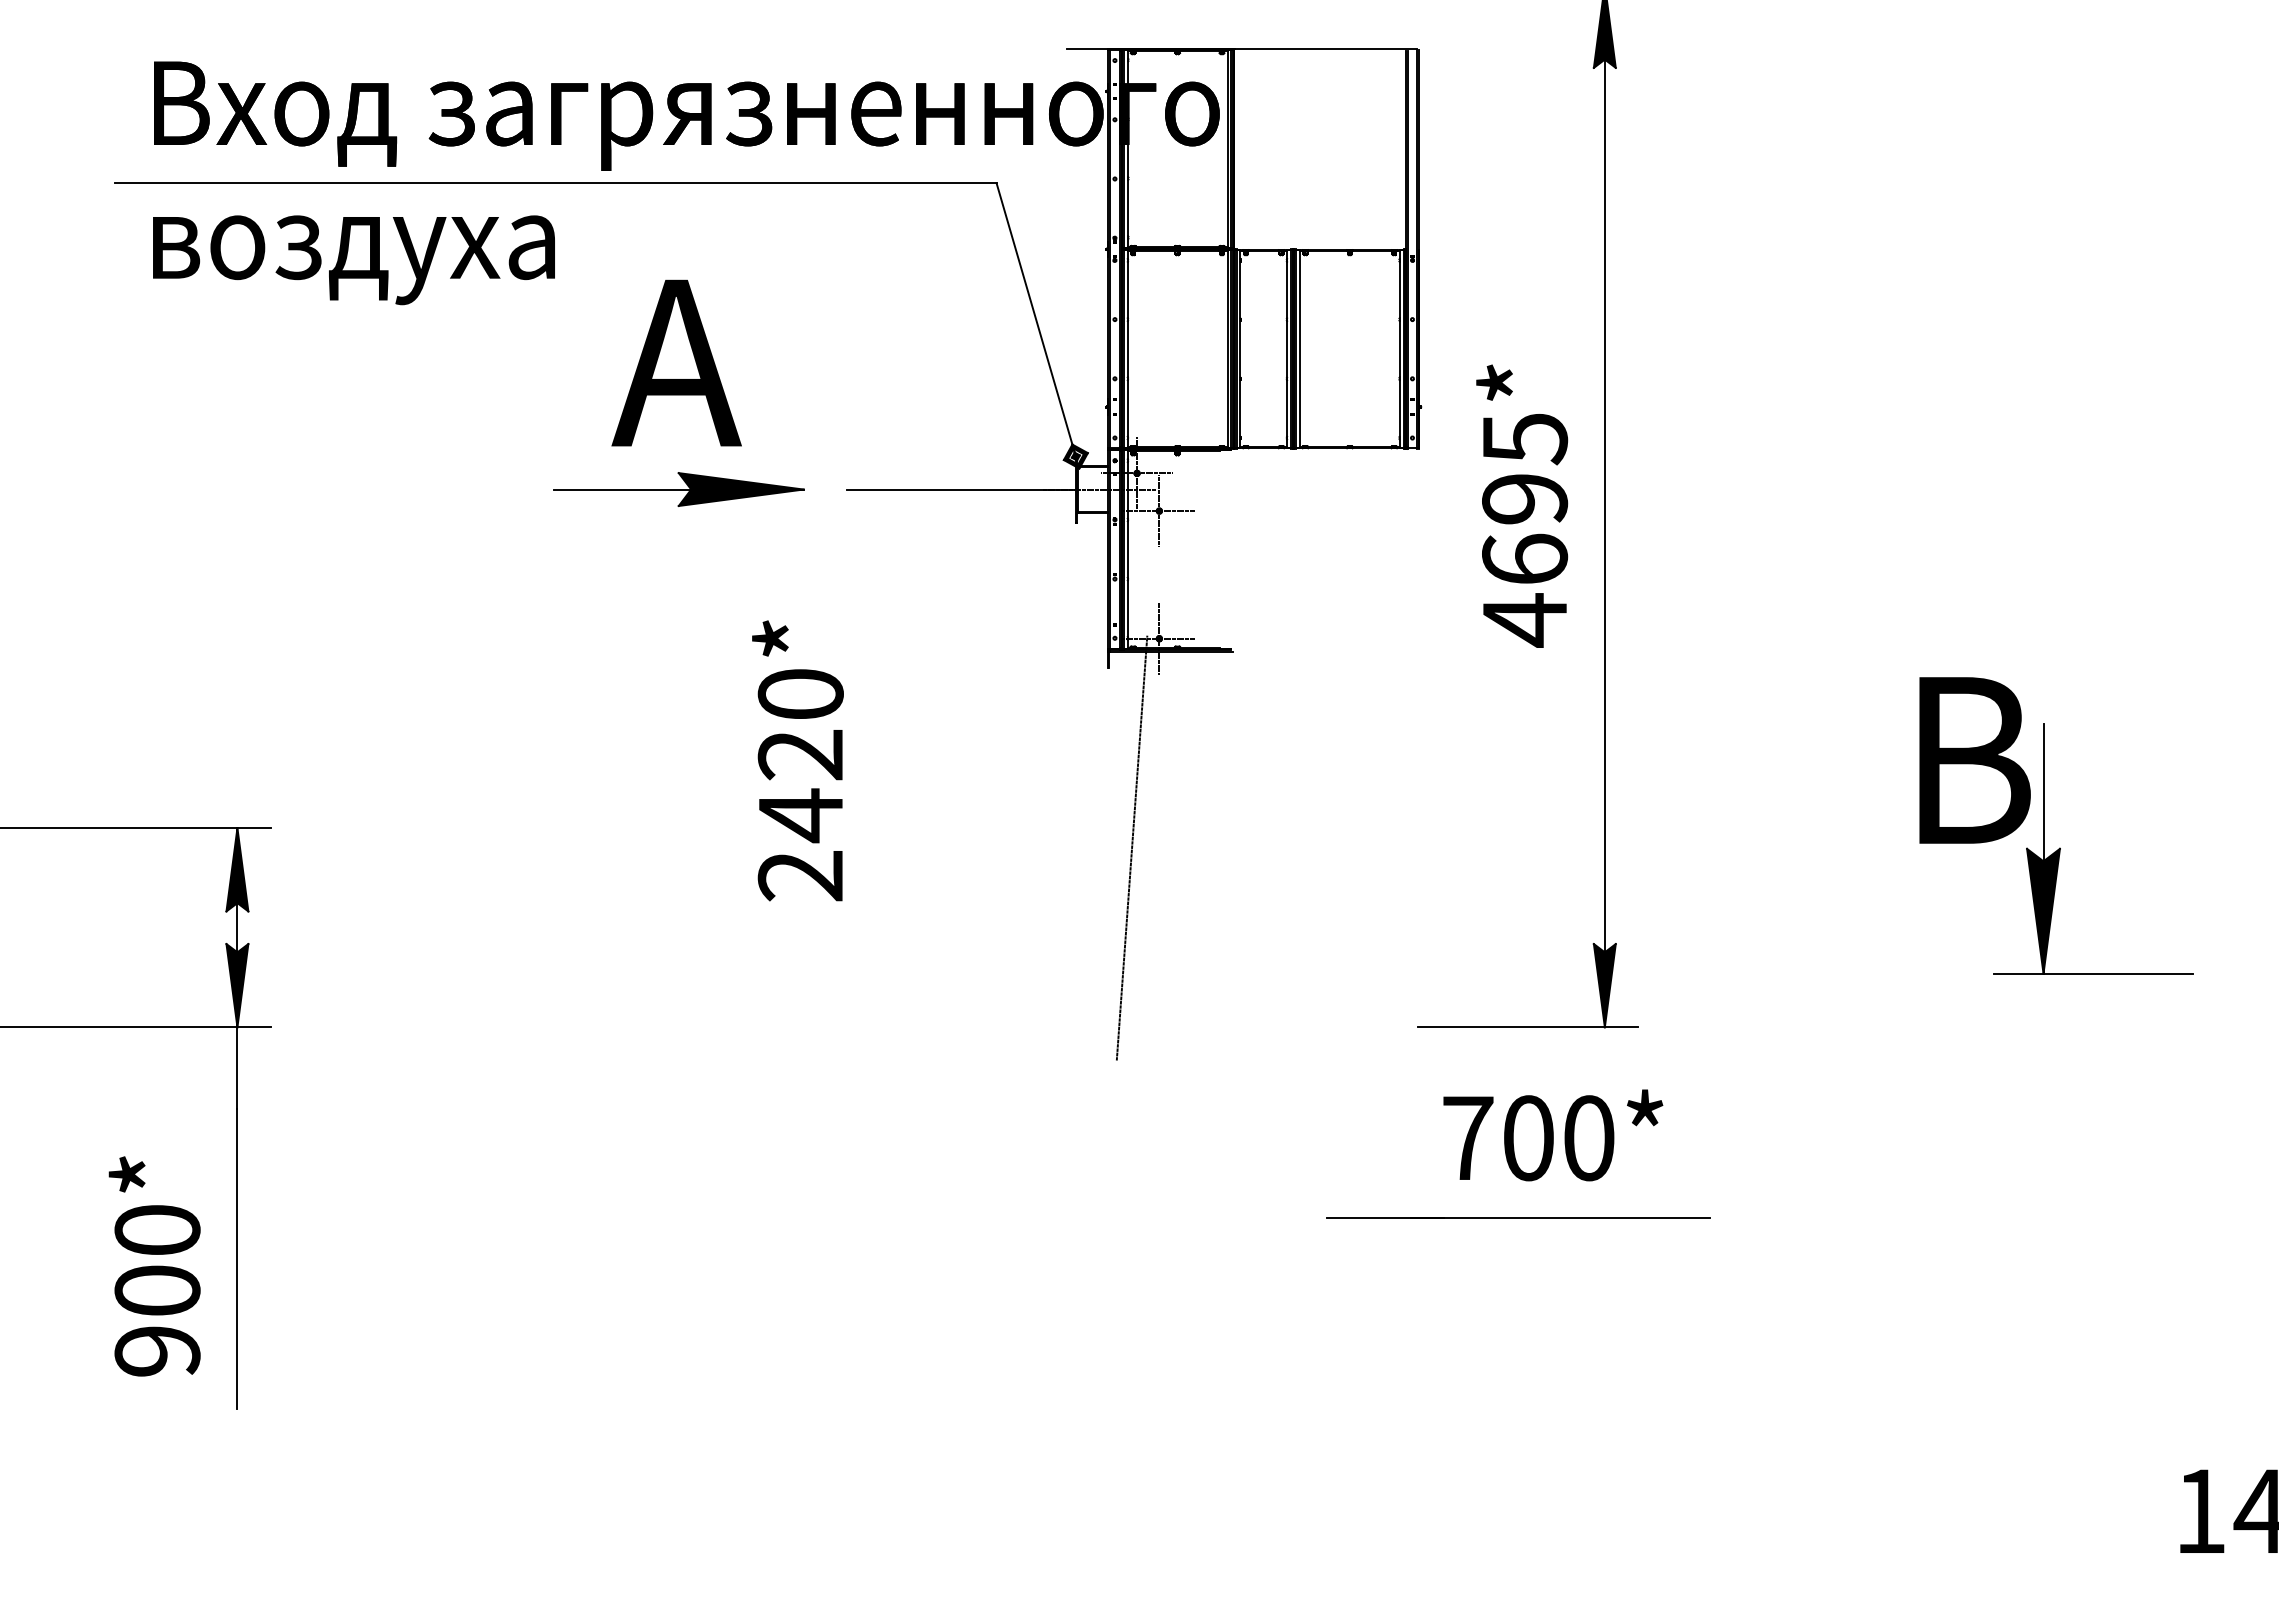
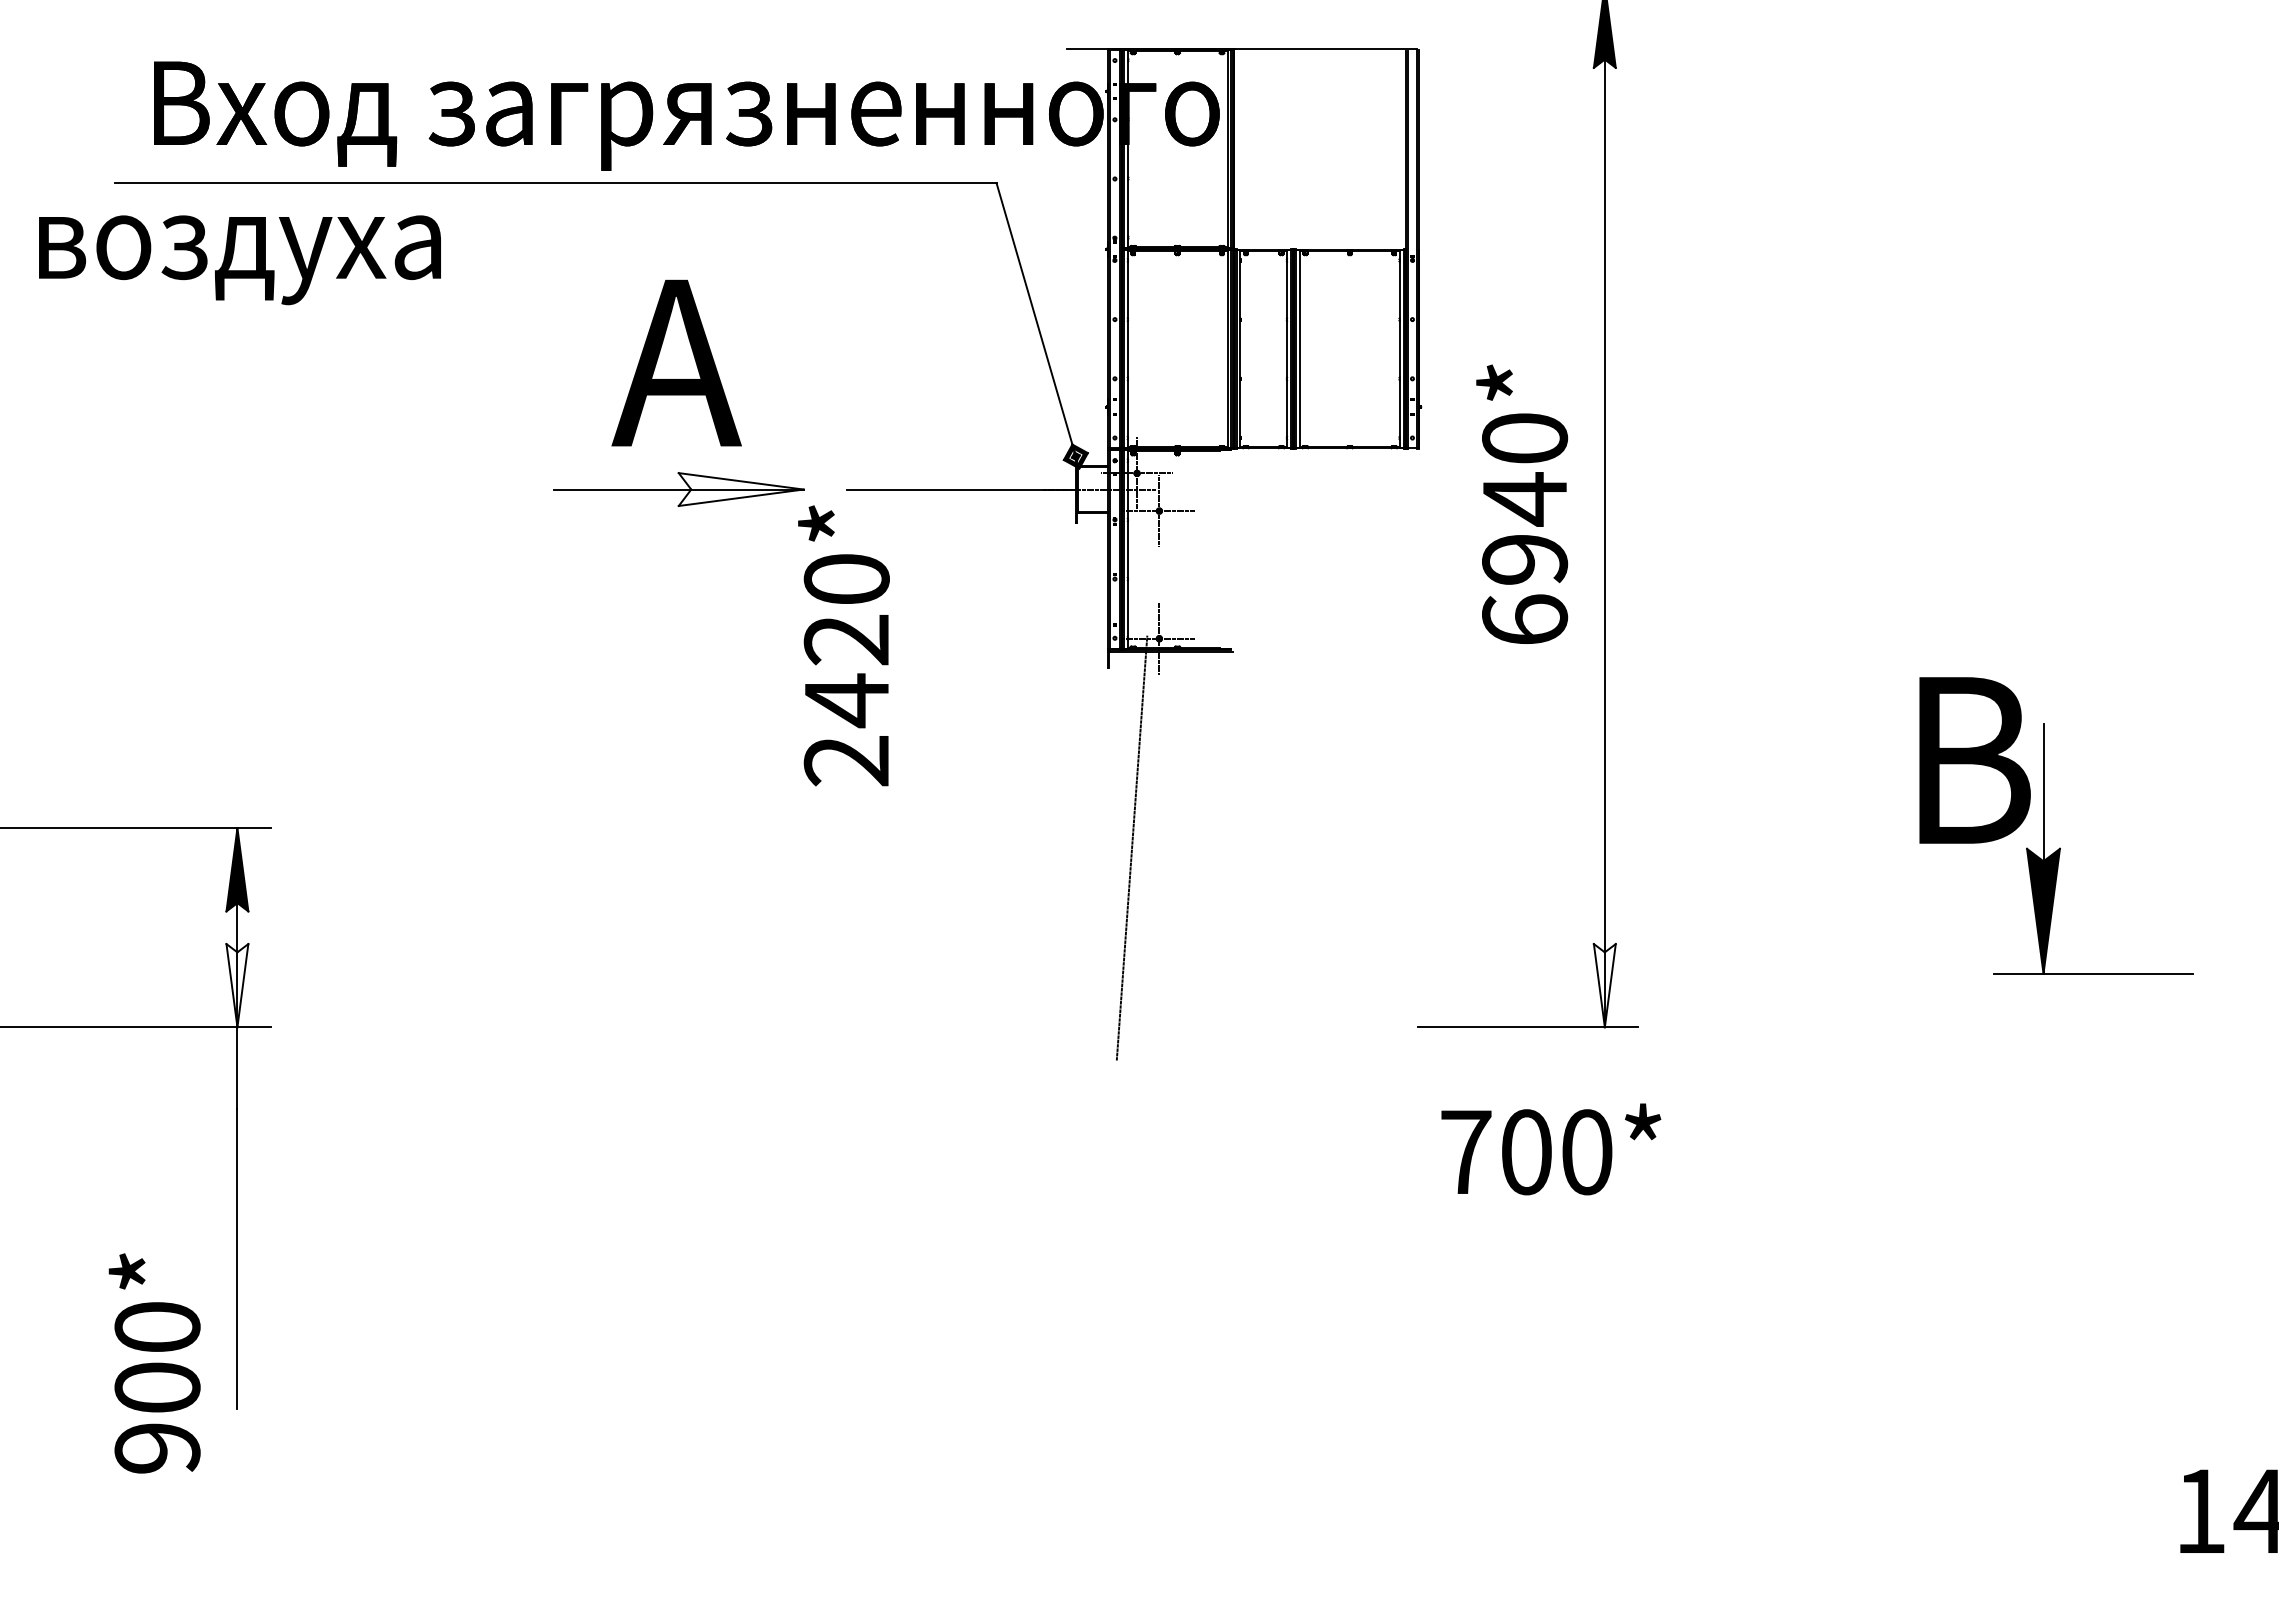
text at (353, 260) position: (353, 260) -> (239, 260)
fill at (740, 489): present -> none
text at (1525, 530): 4695* -> 6940*
text at (797, 760) position: (797, 760) -> (843, 645)
fill at (237, 985): present -> none
fill at (1604, 985): present -> none
text at (1553, 1135) position: (1553, 1135) -> (1551, 1149)
line at (1518, 1217): present -> none
text at (154, 1266) position: (154, 1266) -> (154, 1363)
